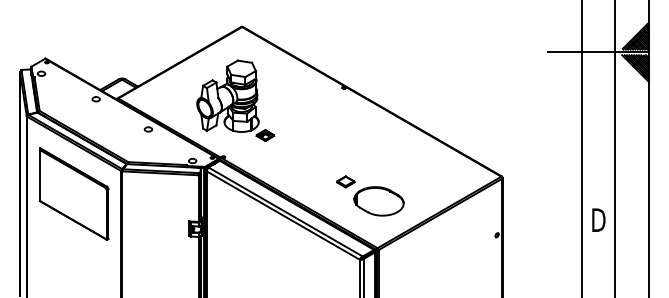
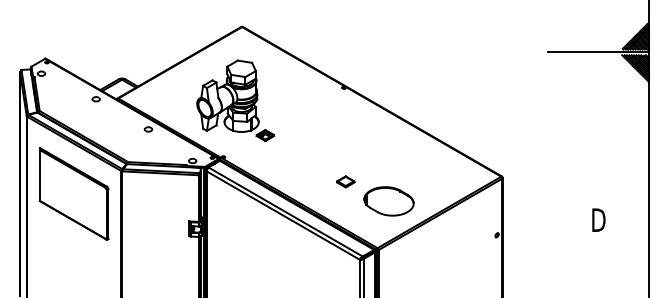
line at (581, 148): present -> none
line at (615, 148): present -> none
part at (378, 201) position: (378, 201) -> (388, 201)
